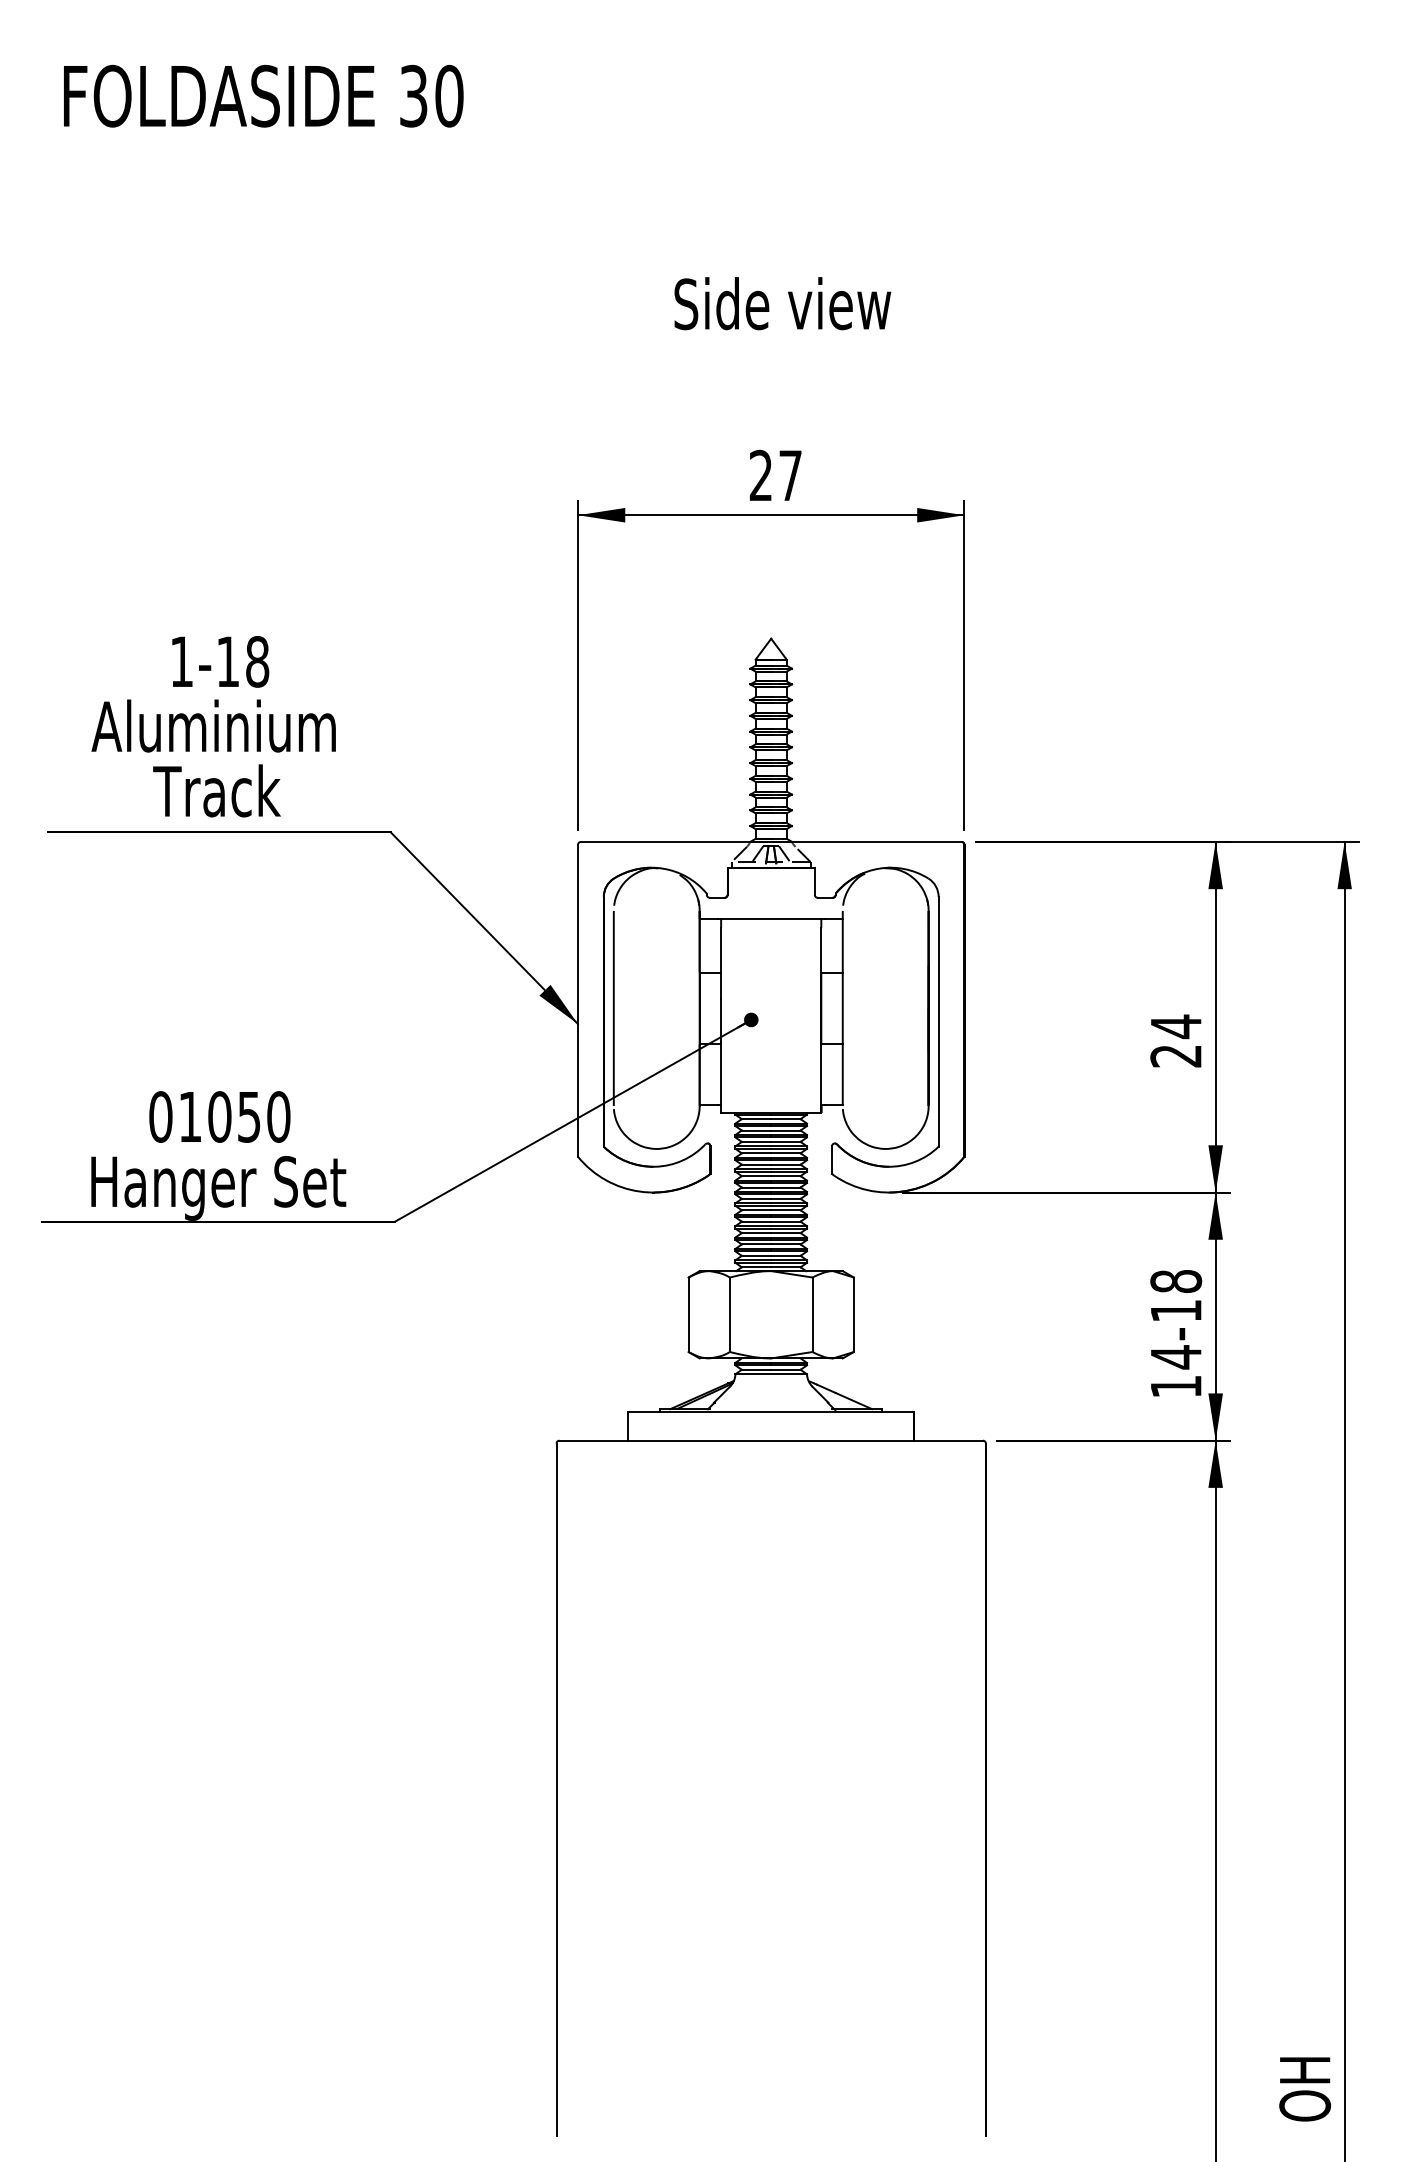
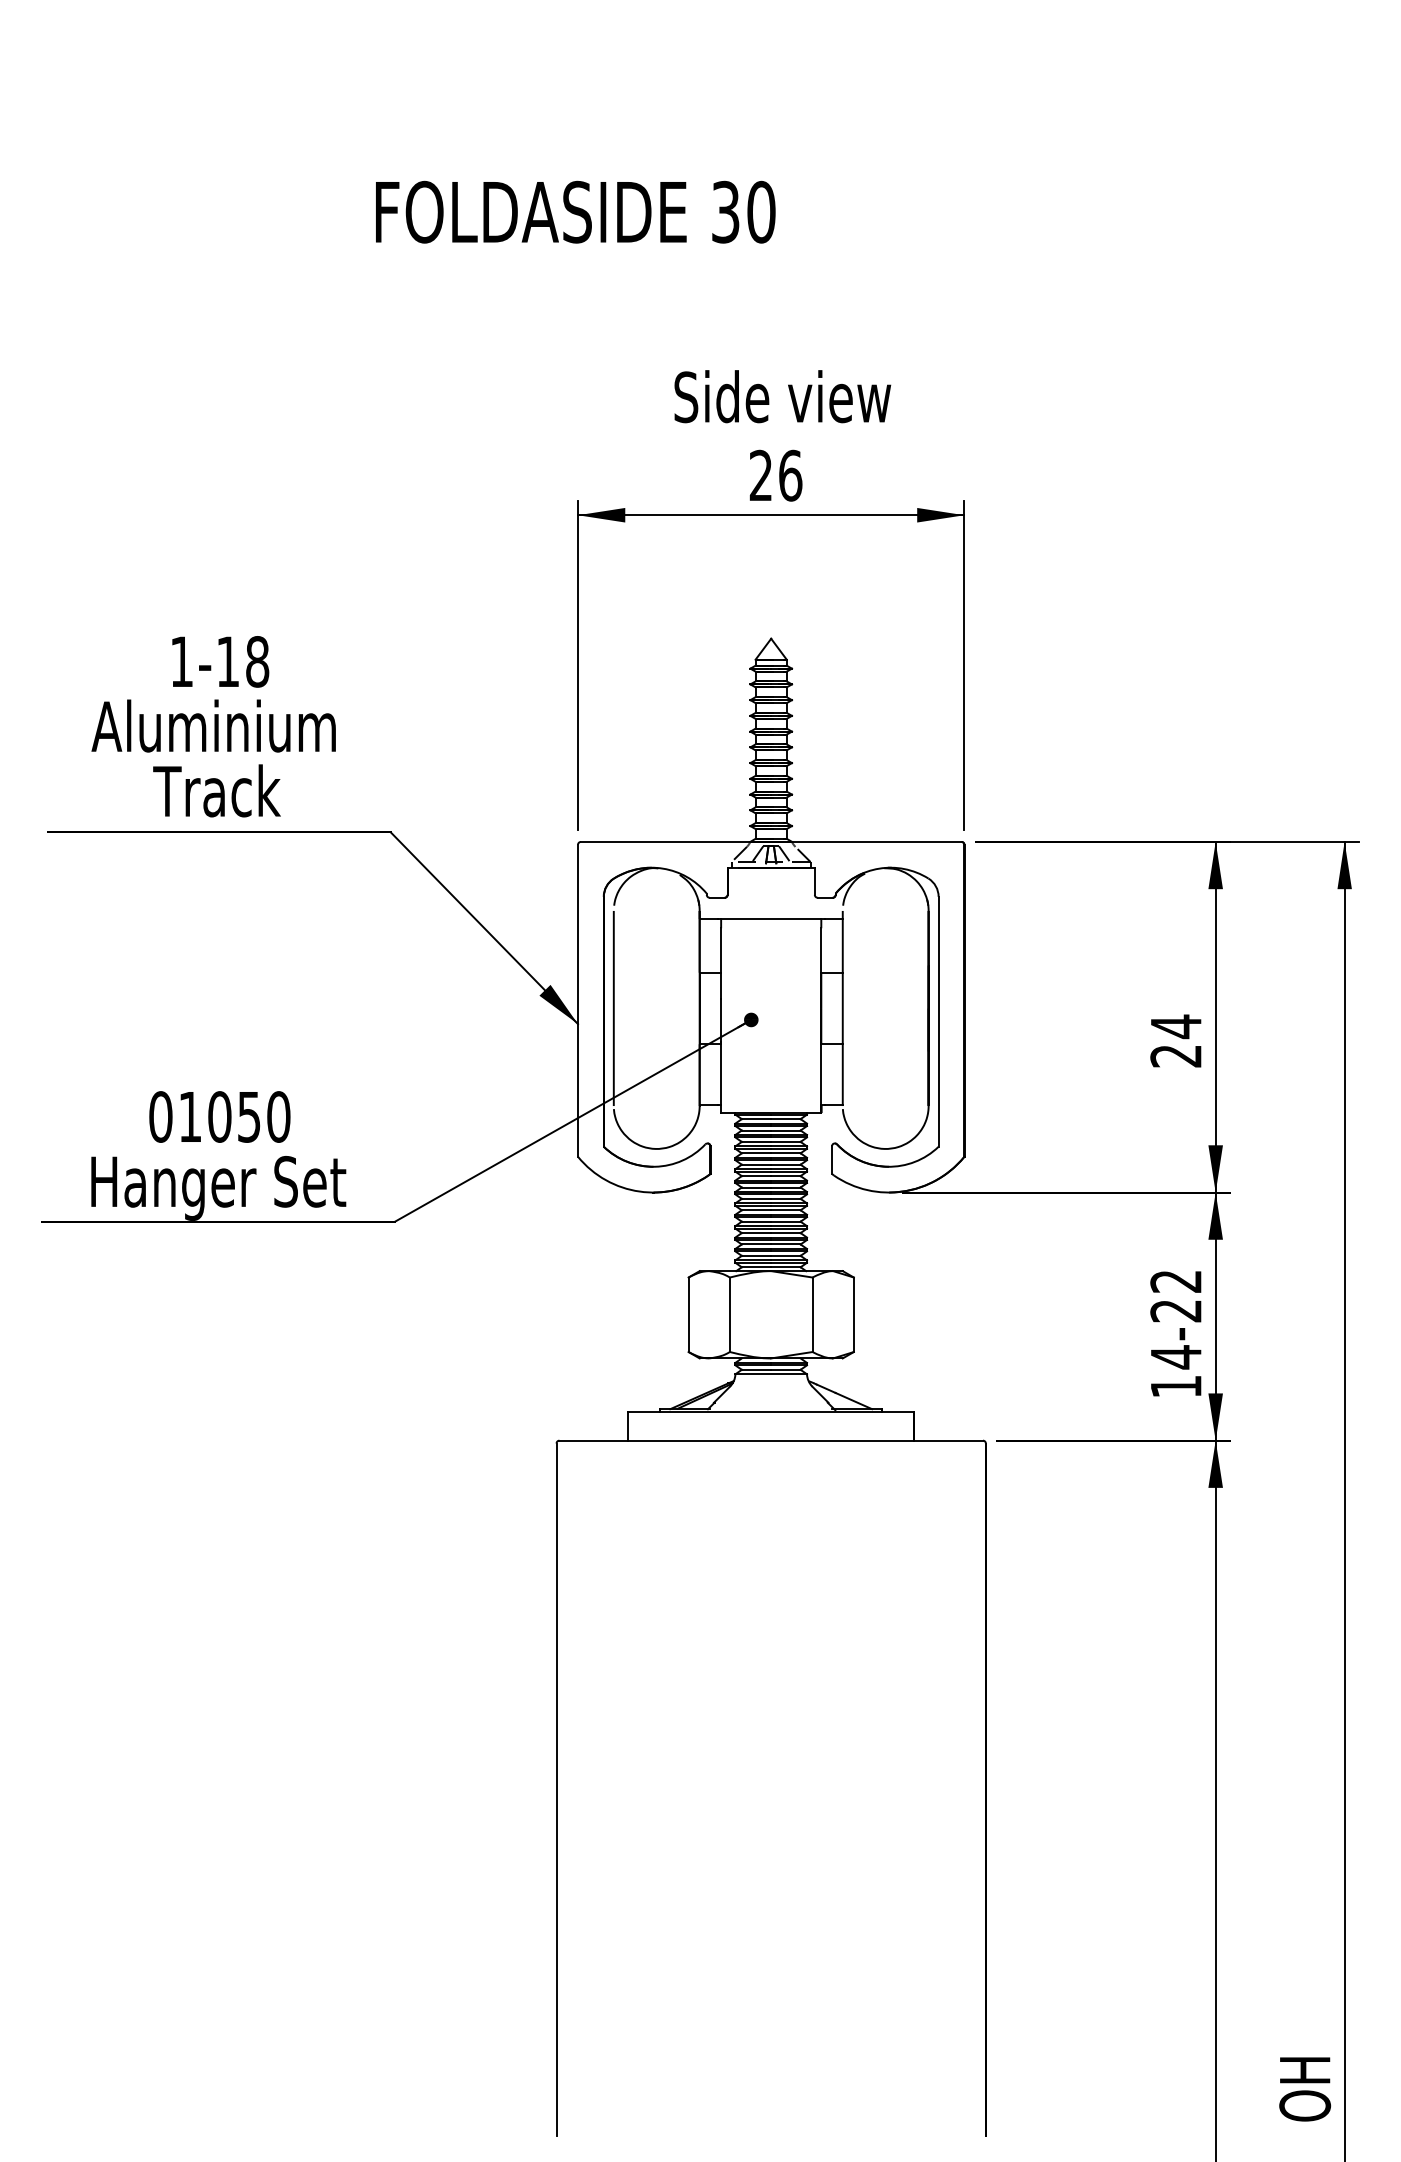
text at (263, 95) position: (263, 95) -> (575, 211)
text at (782, 303) position: (782, 303) -> (782, 396)
text at (790, 475): 27 -> 26
text at (1176, 1296): 14-18 -> 14-22
